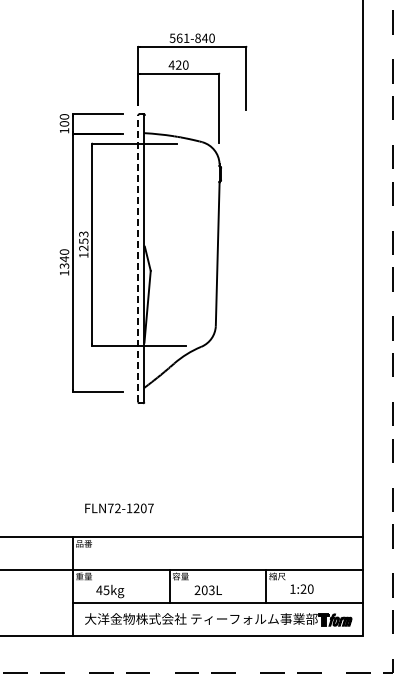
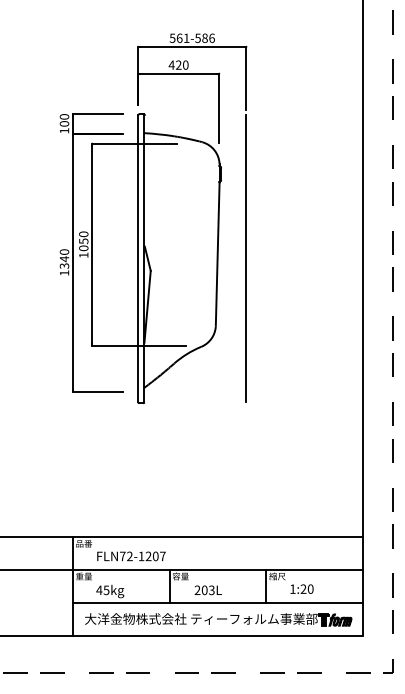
text at (204, 37): 561-840 -> 561-586
text at (83, 241): 1253 -> 1050
line at (138, 258): dashed -> solid
line at (246, 258): none -> present
text at (119, 508) position: (119, 508) -> (131, 556)
